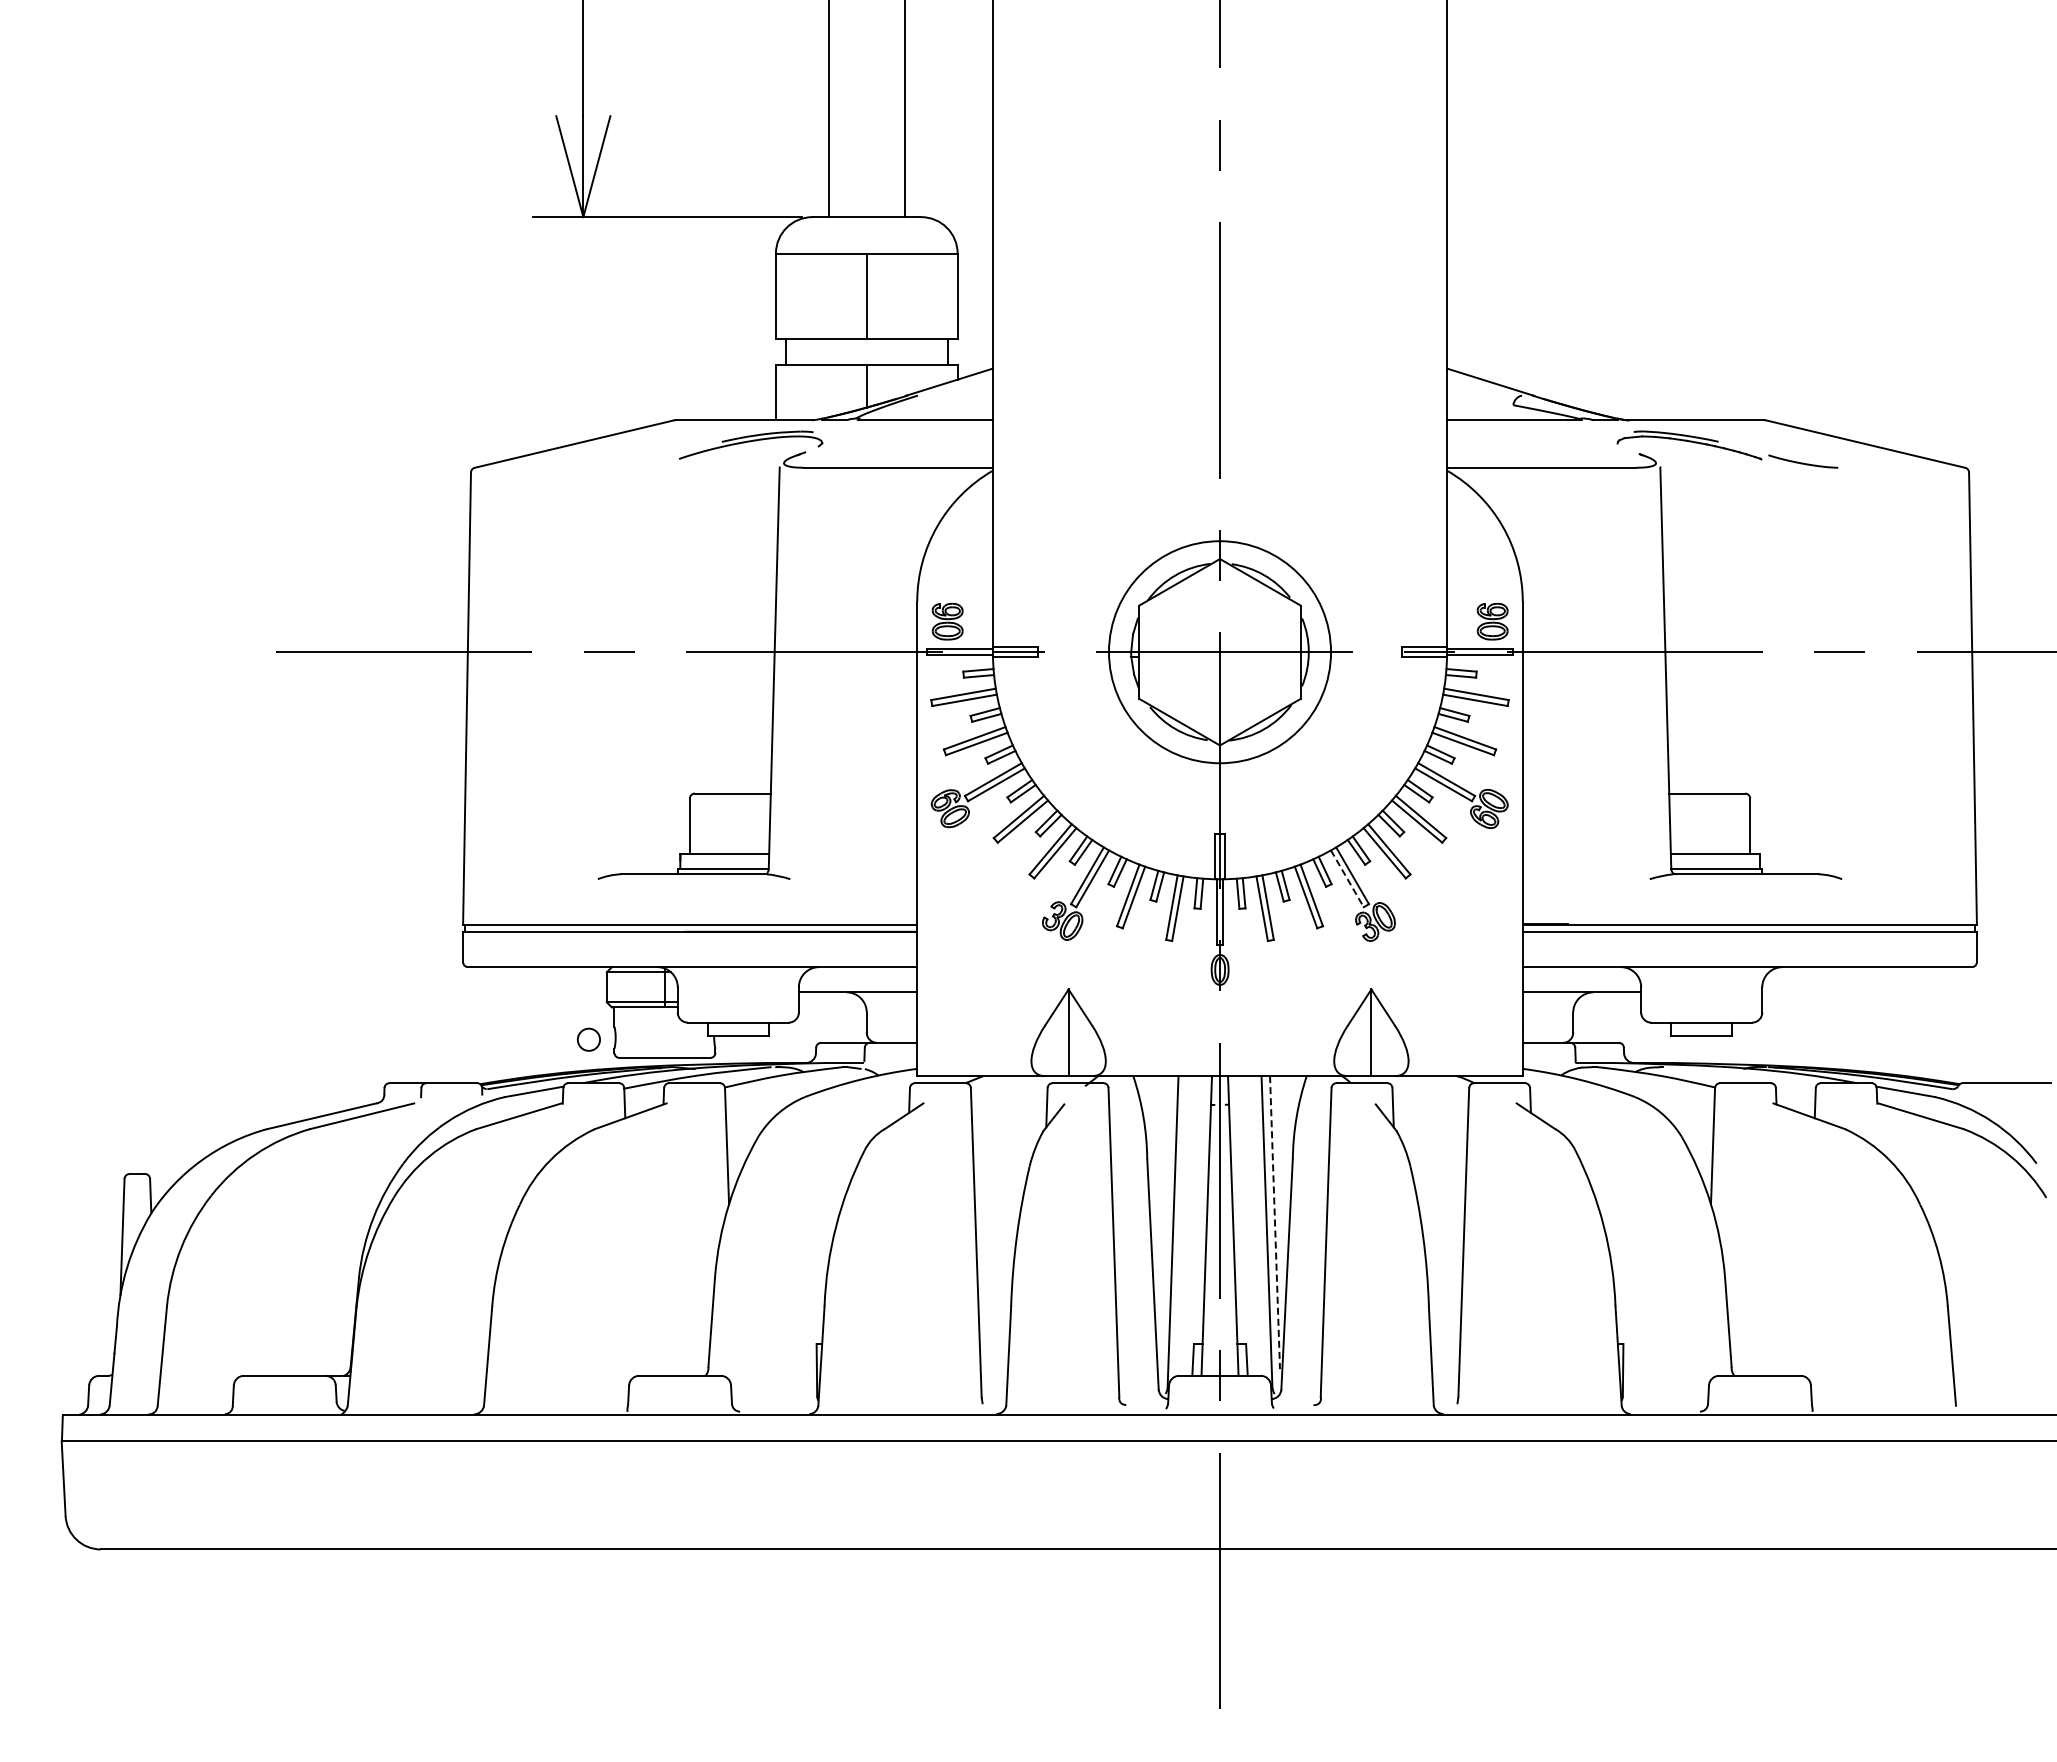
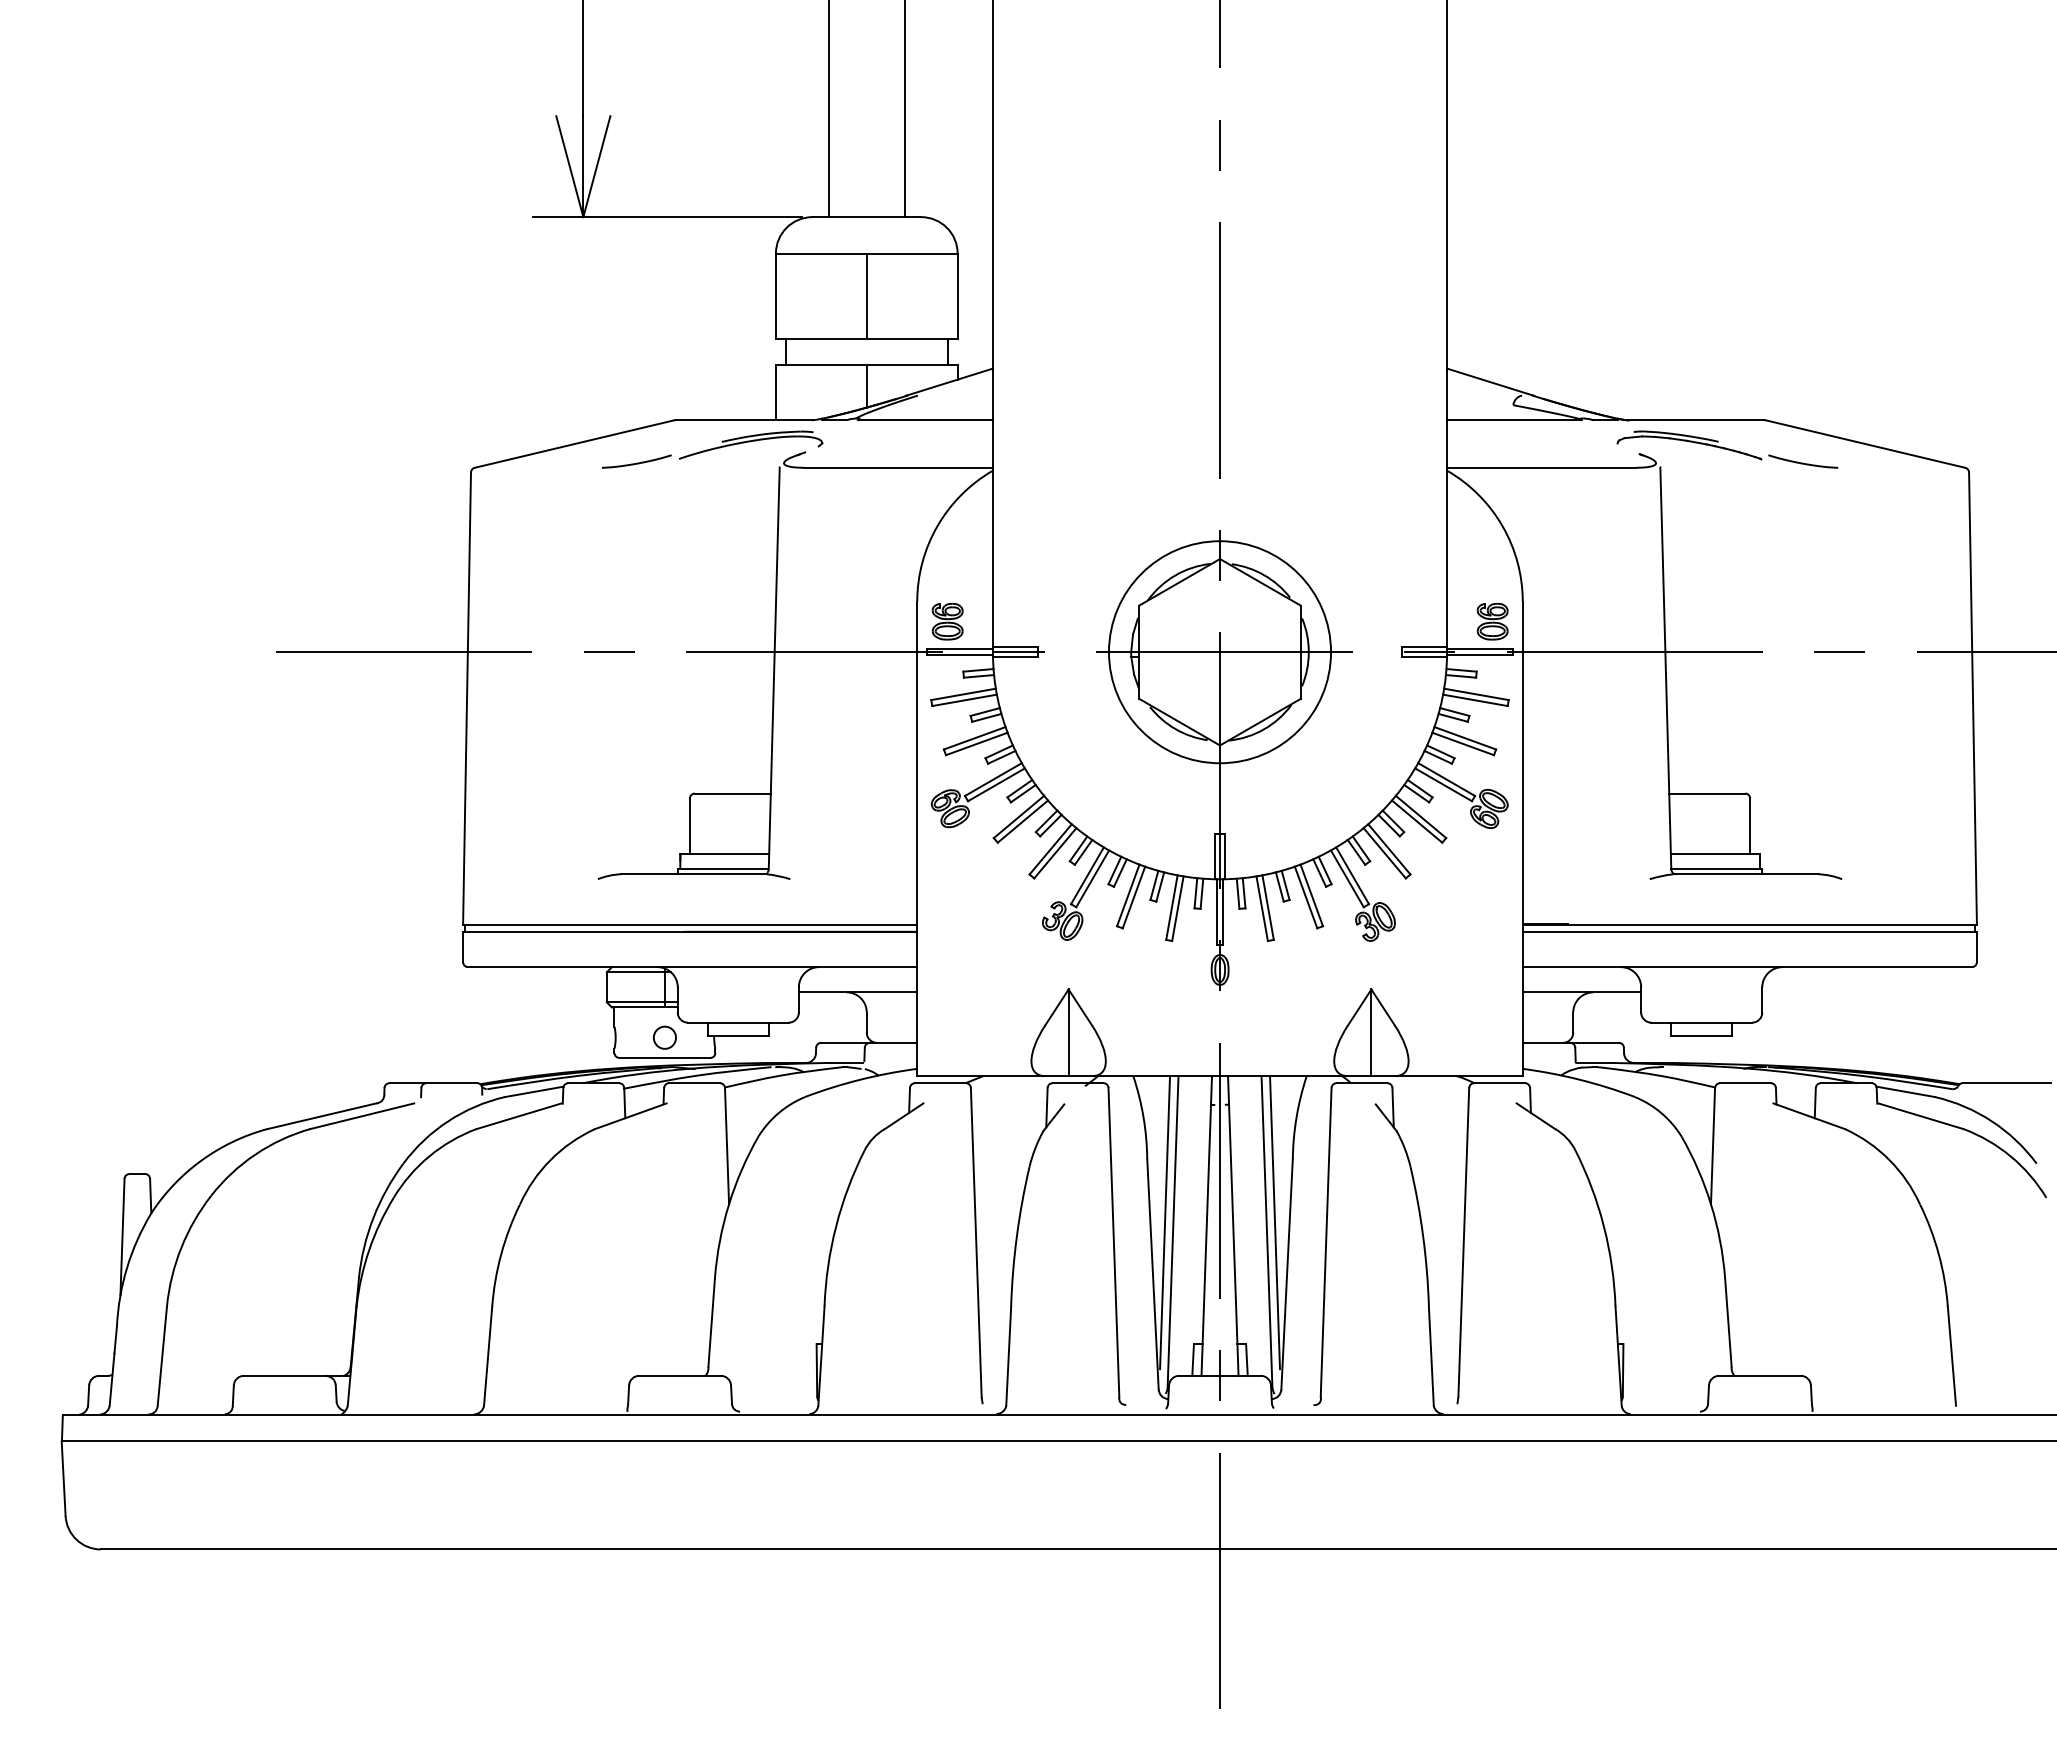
curve at (636, 462): none -> present
line at (1347, 878): dashed -> solid
circle at (588, 1039) position: (588, 1039) -> (664, 1037)
line at (1165, 1222): none -> present
line at (1275, 1222): dashed -> solid
